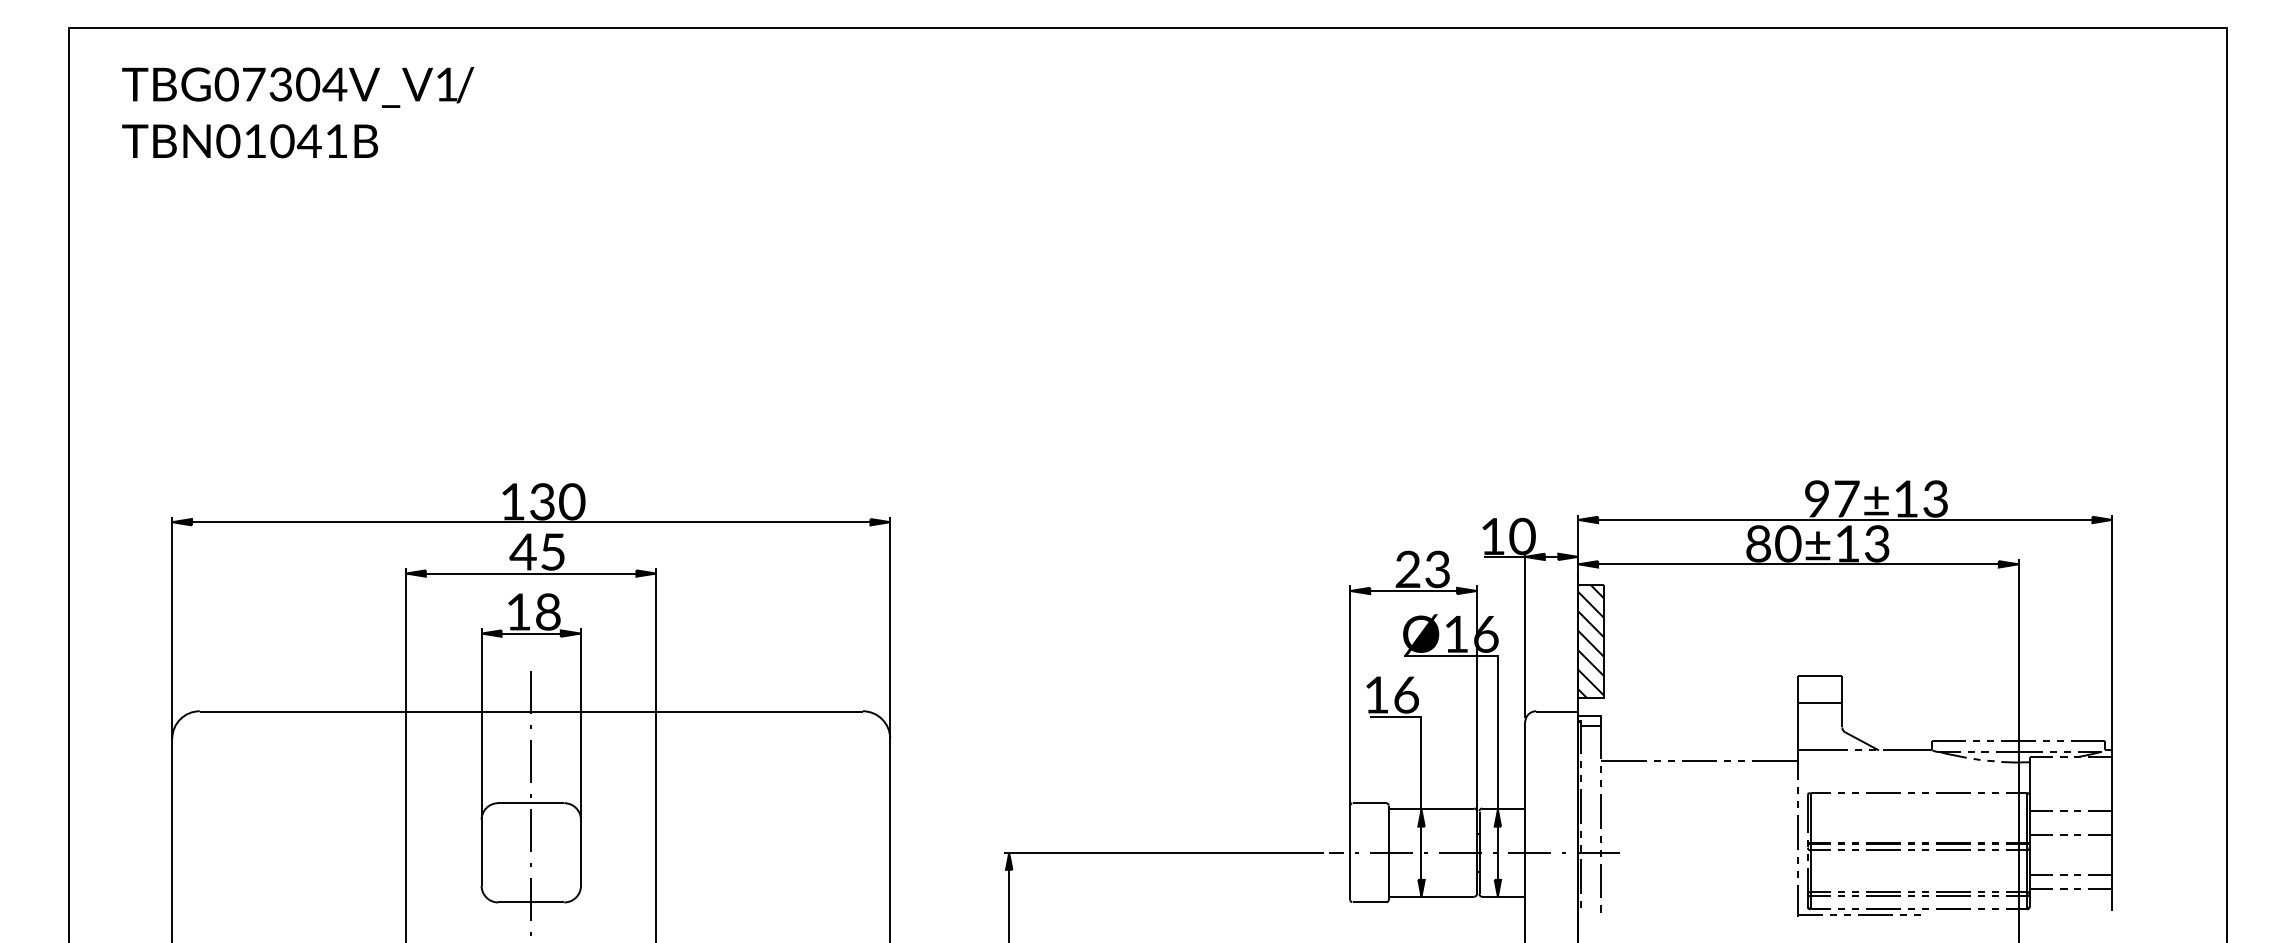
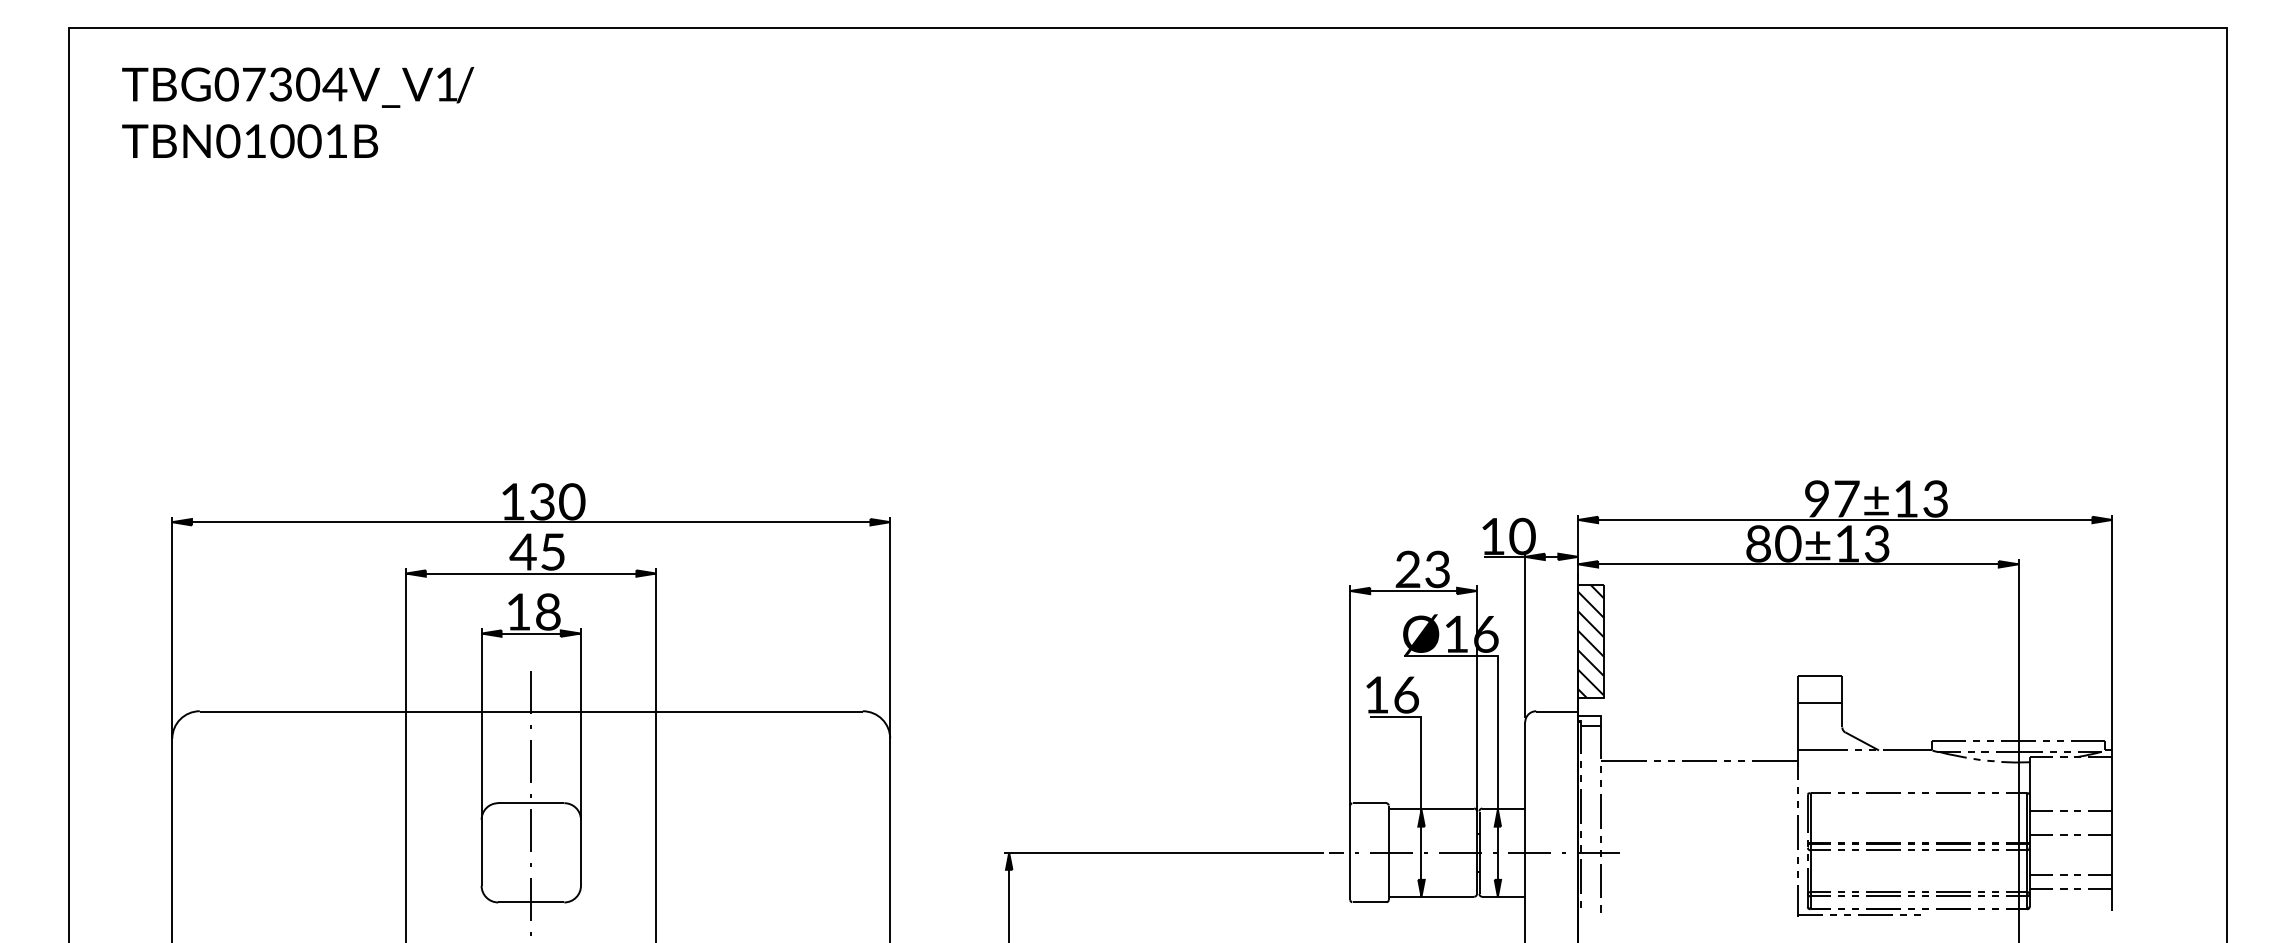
text at (308, 141): TBN01041B -> TBN01001B
